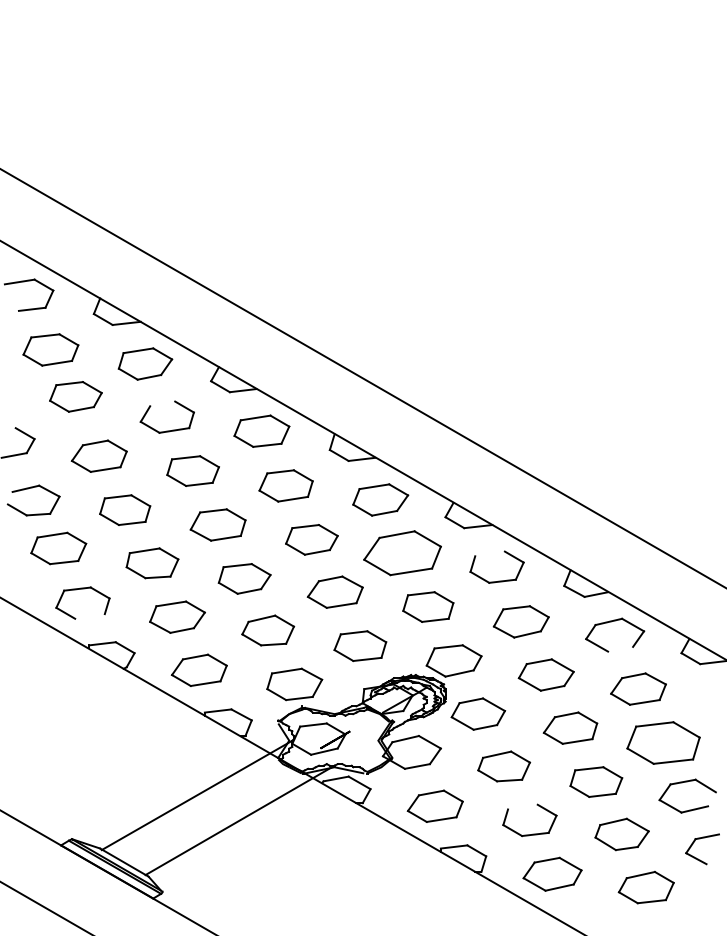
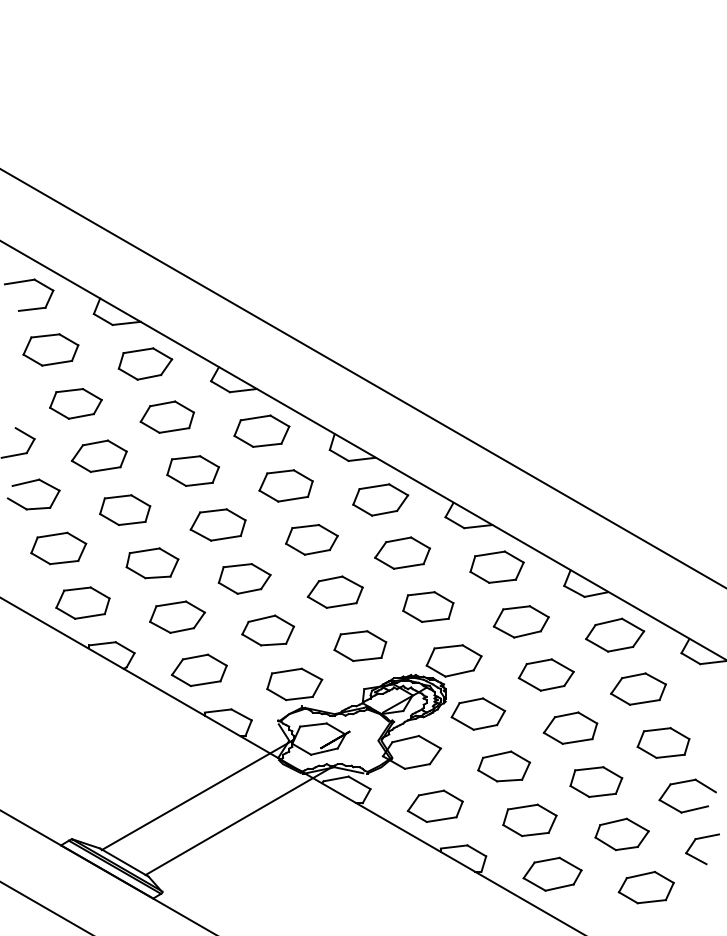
part at (75, 396) position: (75, 396) -> (75, 403)
line at (162, 403): none -> present
part at (32, 488) position: (32, 488) -> (32, 482)
part at (402, 553) size: 79x47 px -> 57x34 px
line at (489, 553): none -> present
line at (89, 616): none -> present
line at (620, 648): none -> present
part at (663, 742) size: 75x44 px -> 55x32 px
line at (522, 806): none -> present
